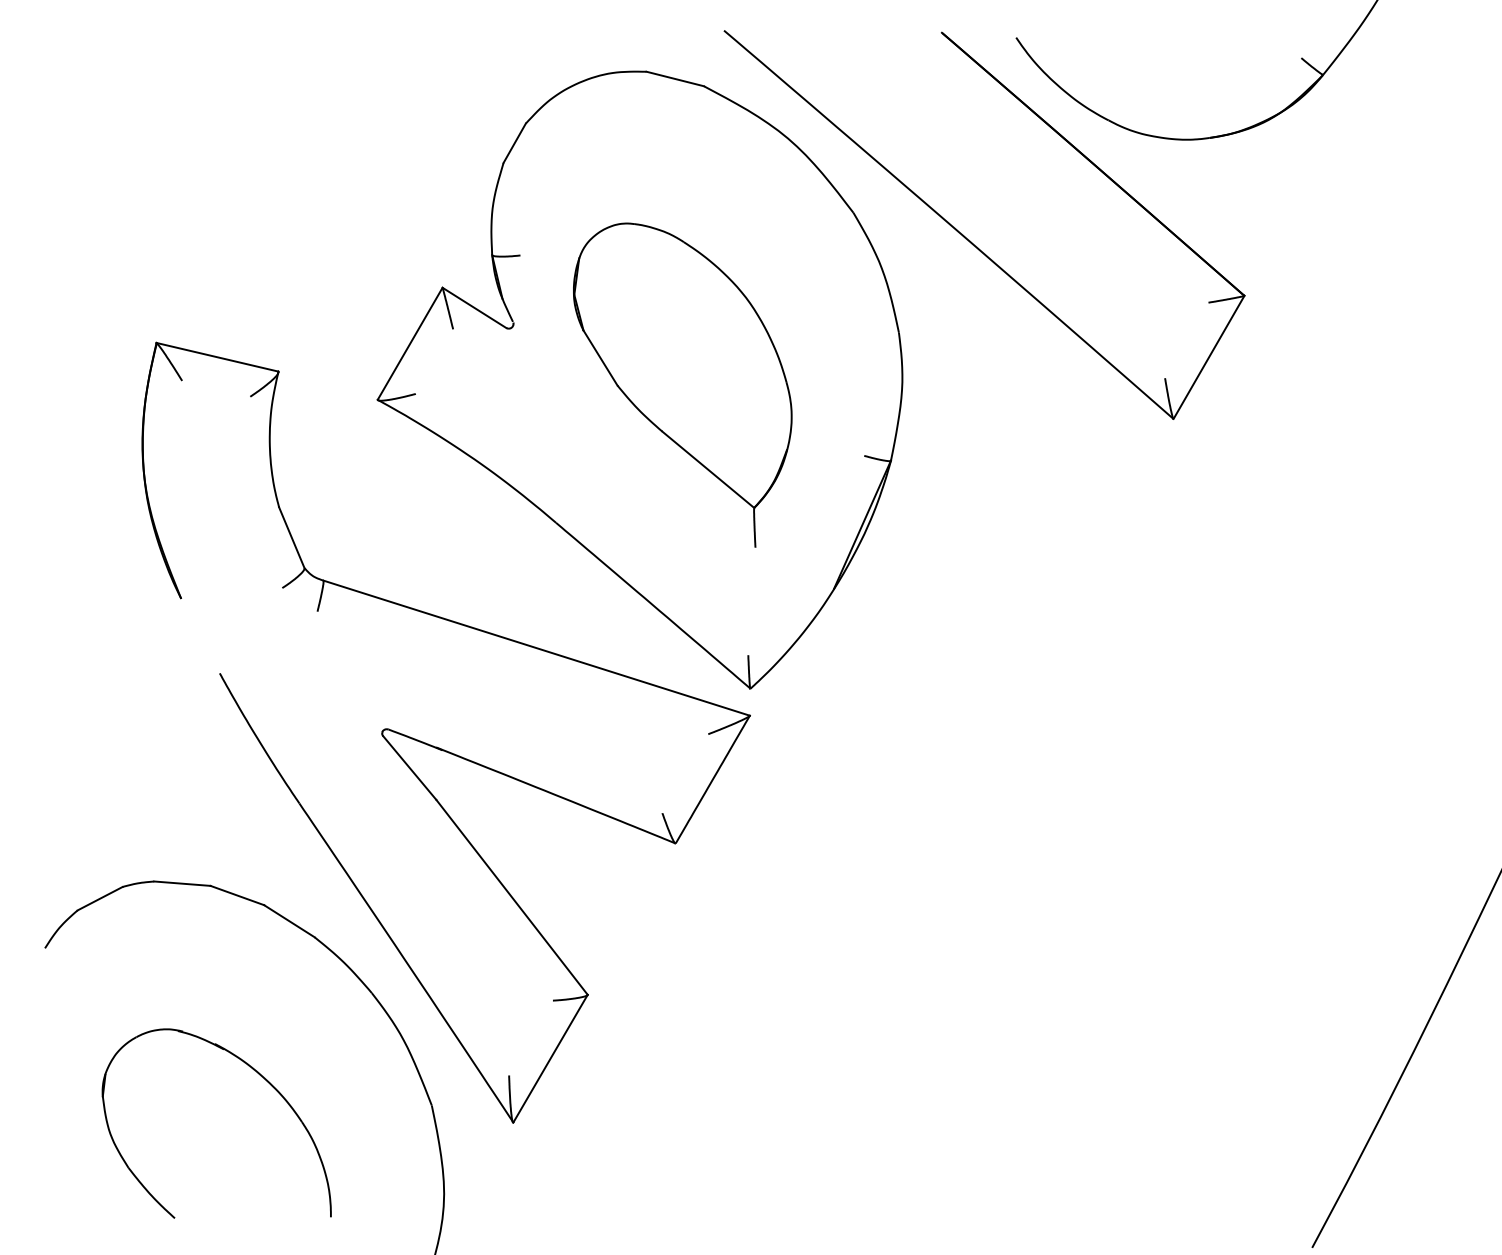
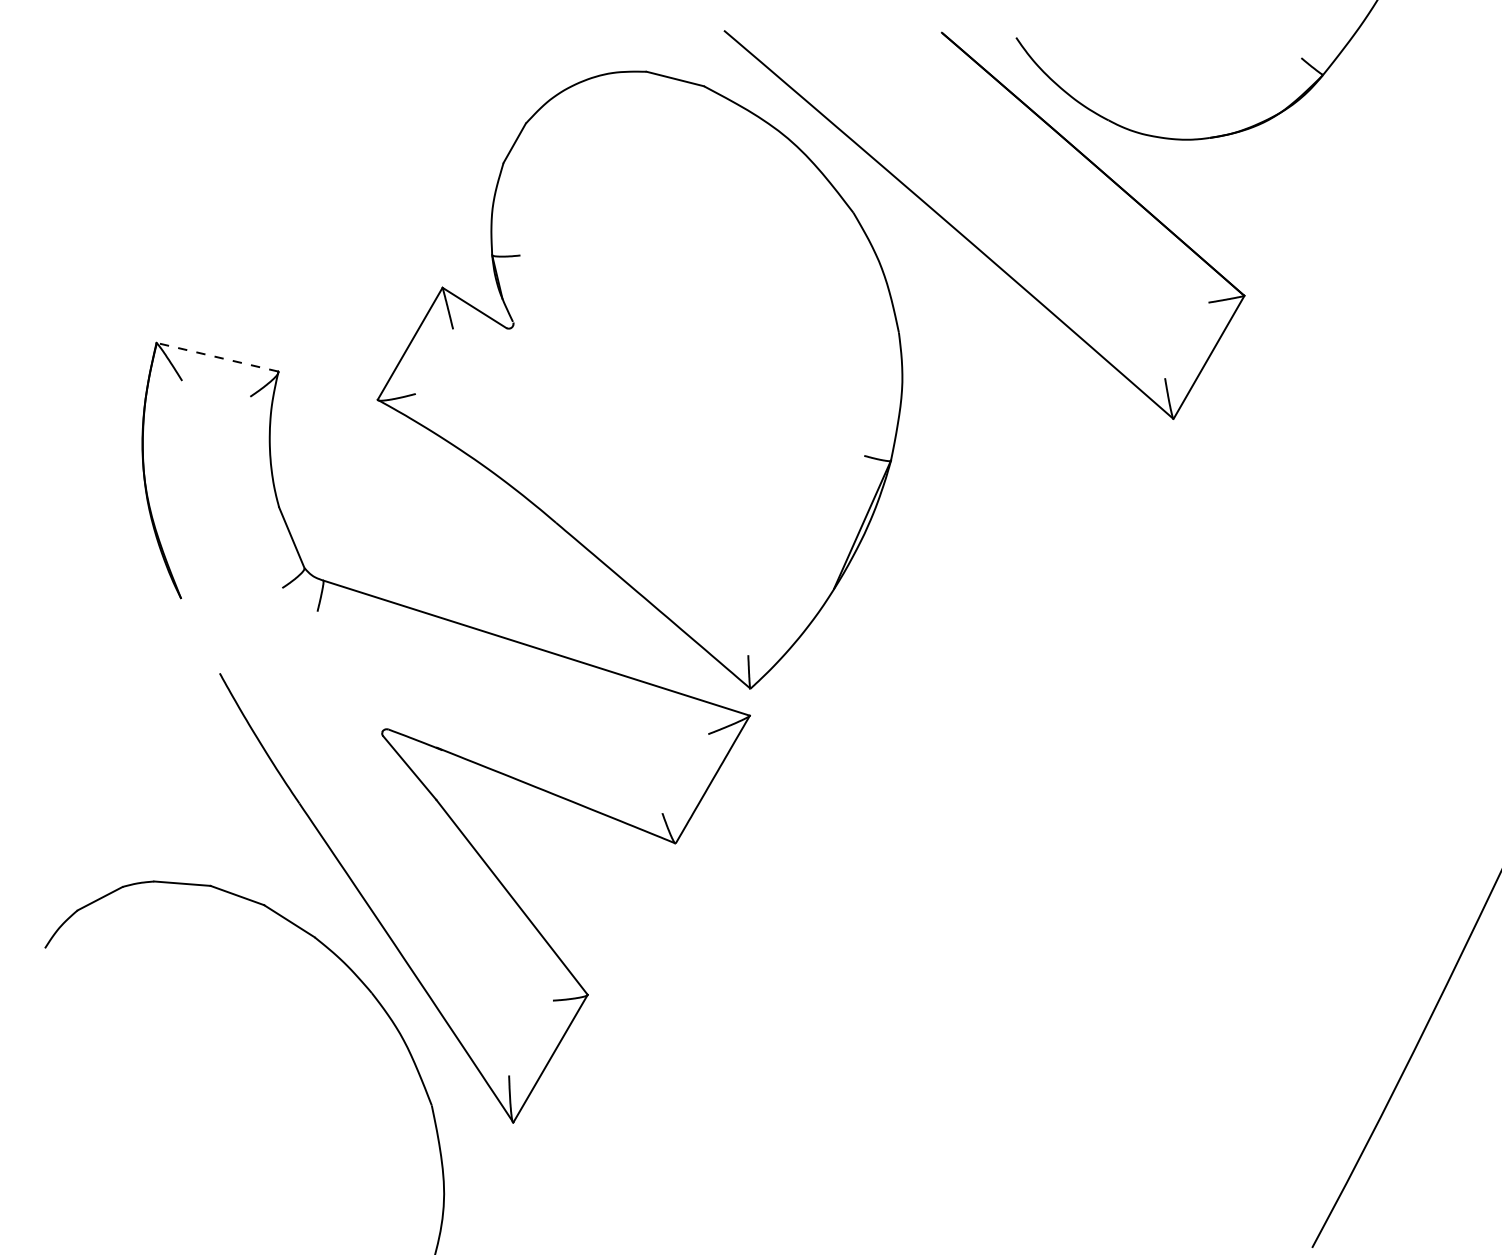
line at (217, 357): solid -> dashed
part at (682, 384): present -> none
part at (260, 1076): present -> none
